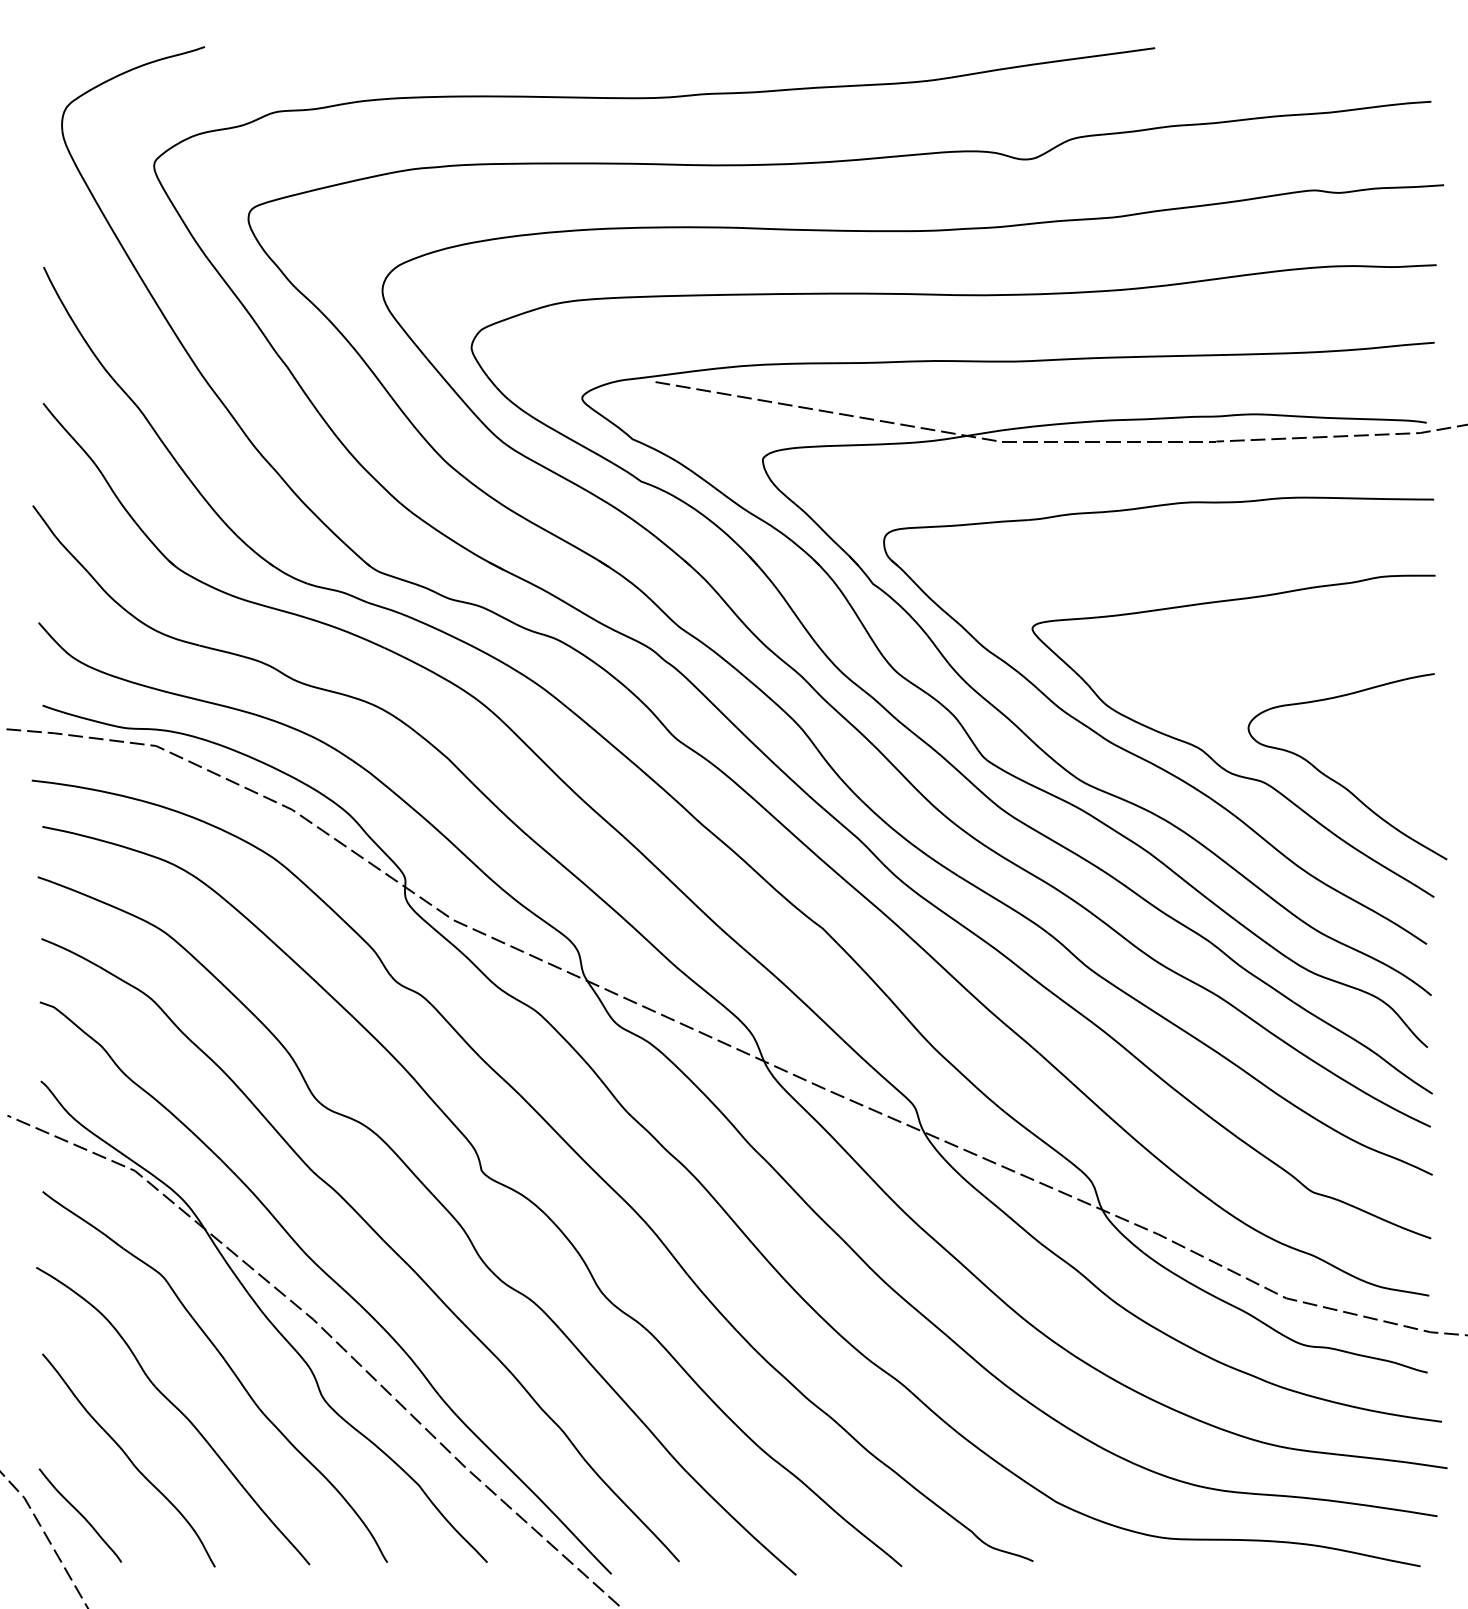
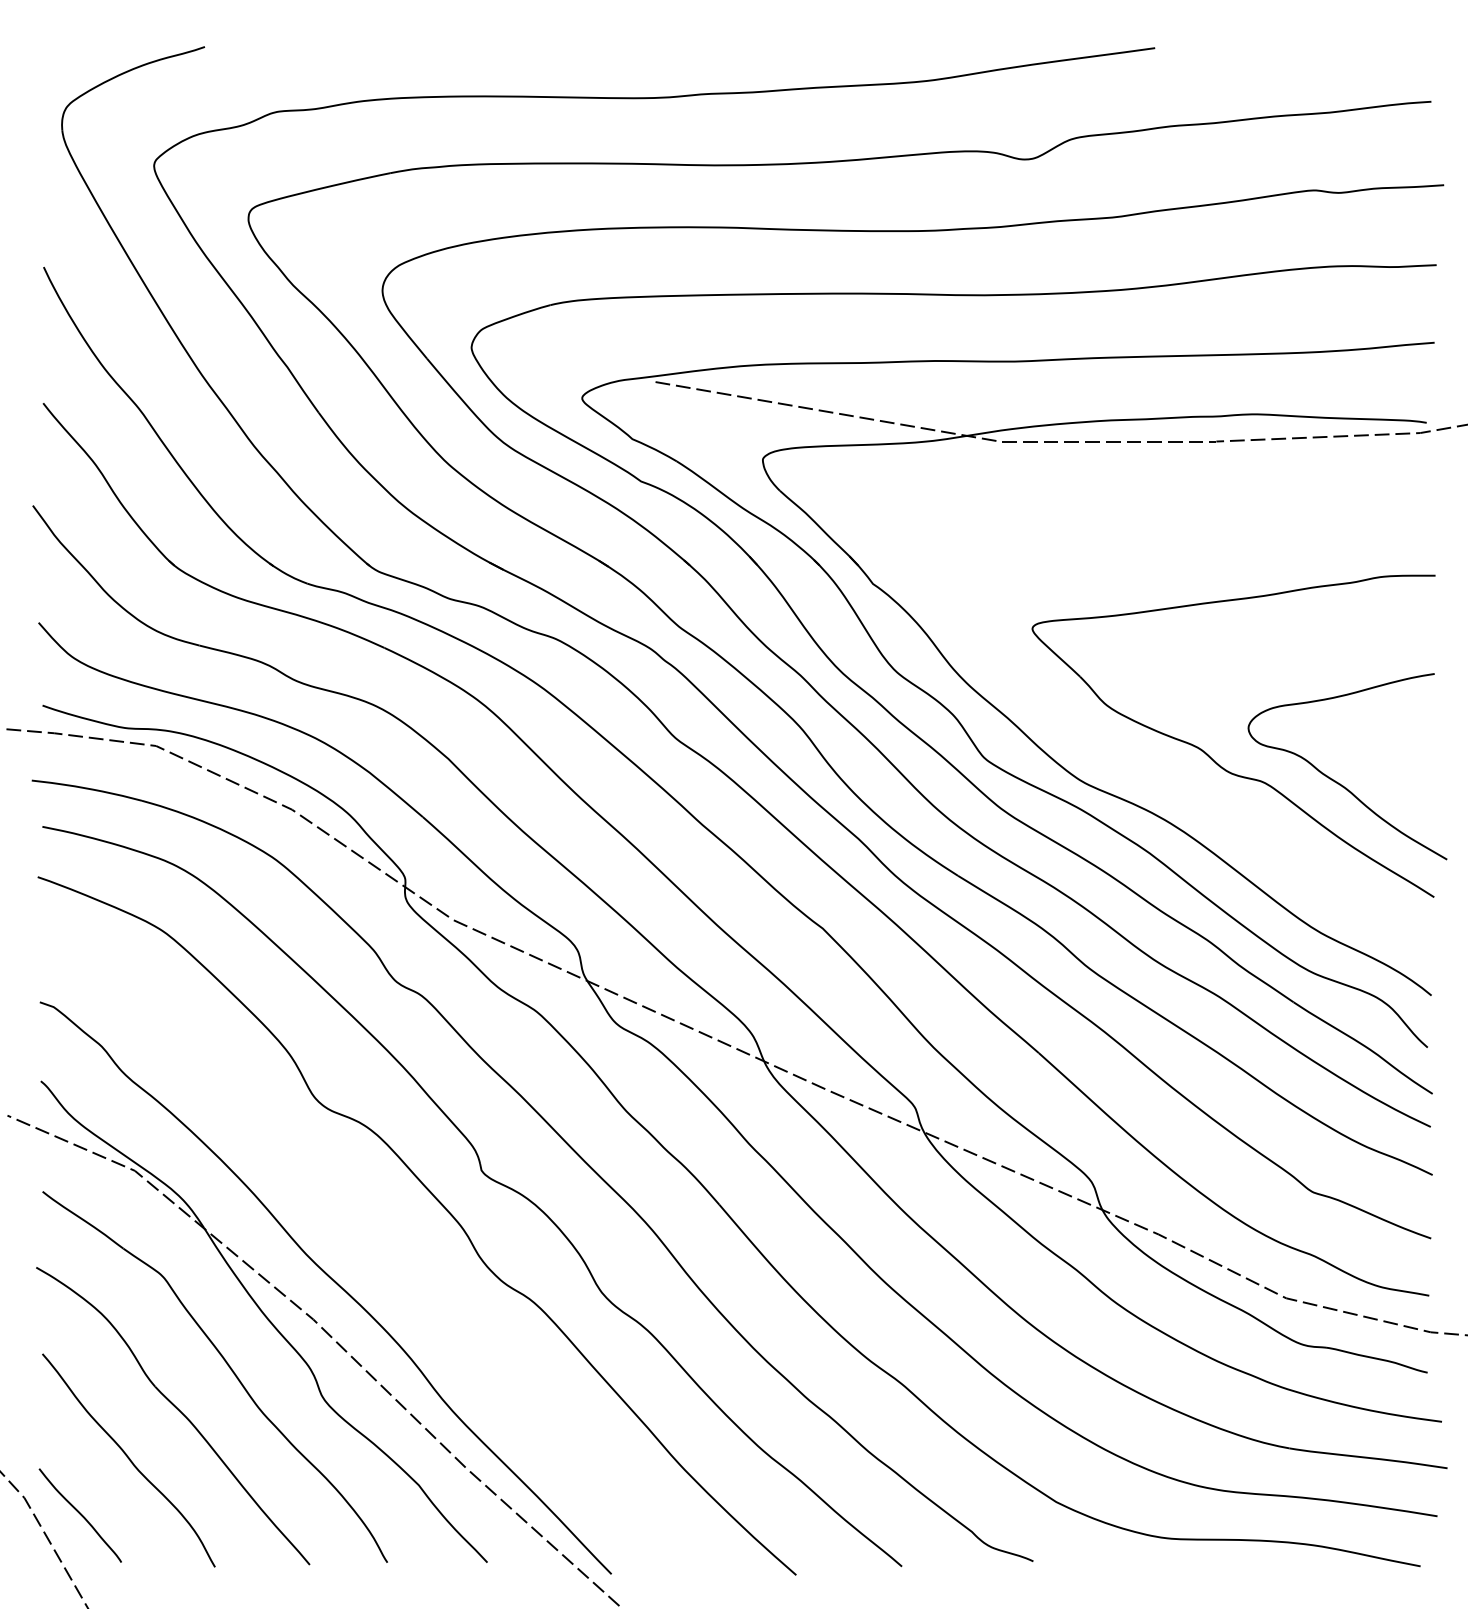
part at (1140, 756): present -> none
part at (376, 1234): present -> none
